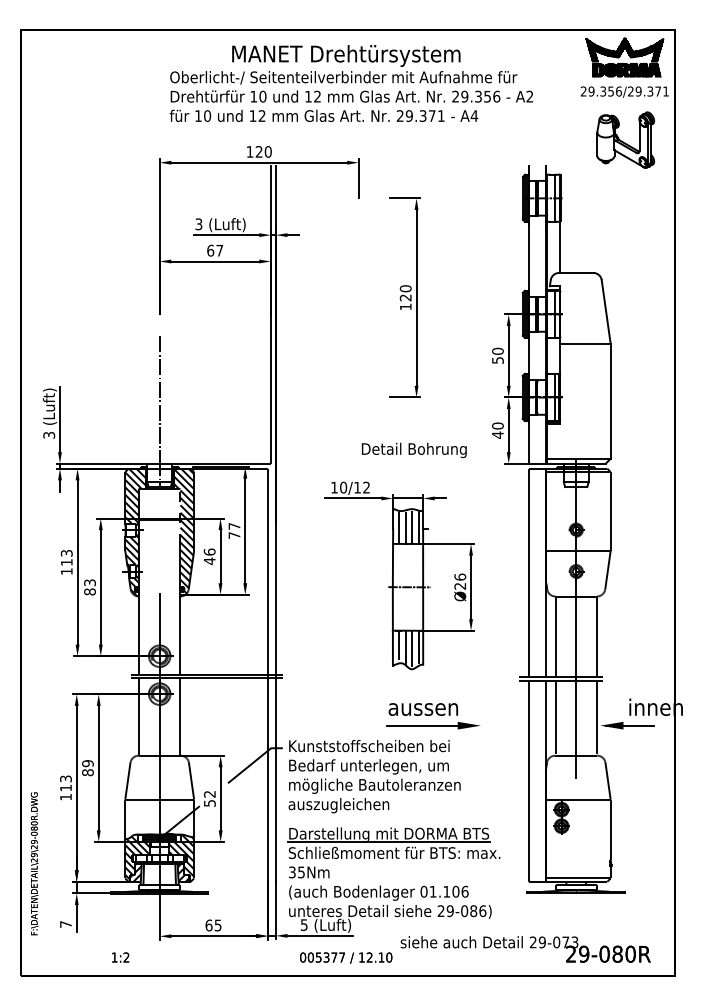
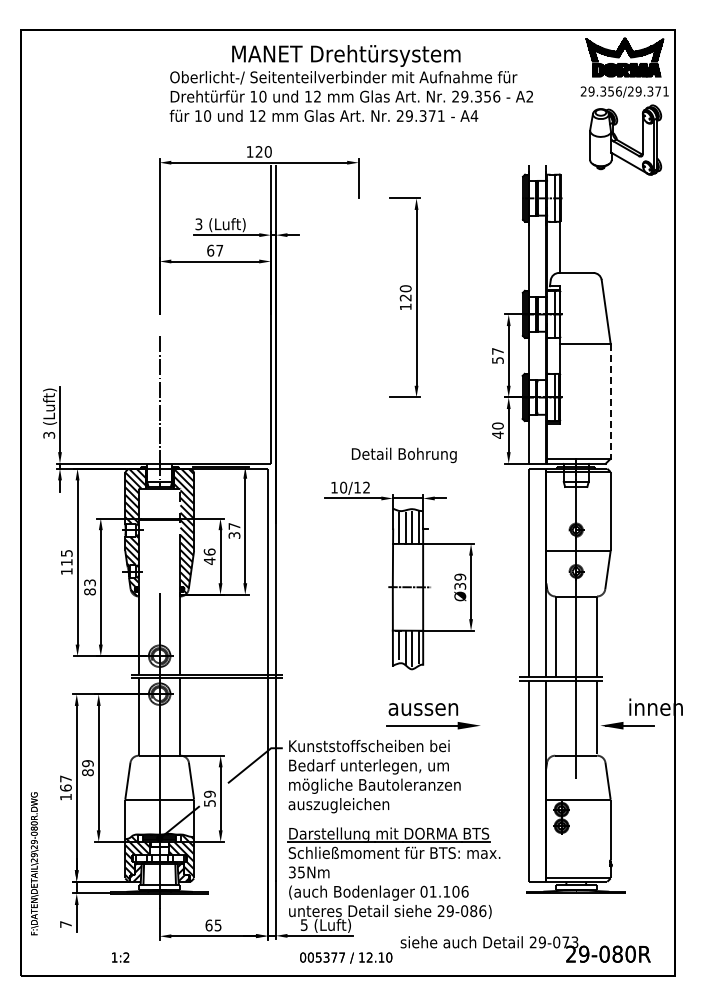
part at (625, 139) size: 60x58 px -> 74x72 px
text at (497, 350): 50 -> 57
line at (610, 401): solid -> dashed
text at (413, 450) position: (413, 450) -> (403, 455)
text at (234, 535): 77 -> 37
text at (65, 553): 113 -> 115
text at (460, 581): Ø26 -> Ø39
line at (555, 717): present -> none
text at (65, 783): 113 -> 167
text at (209, 793): 52 -> 59
